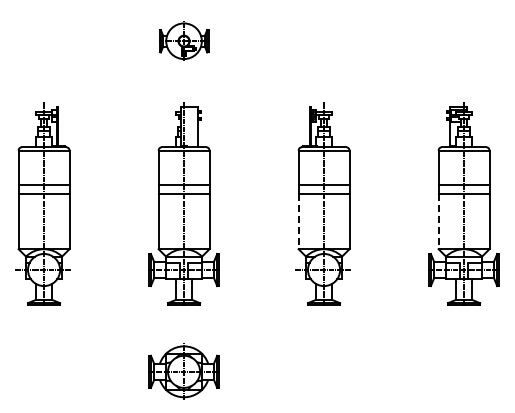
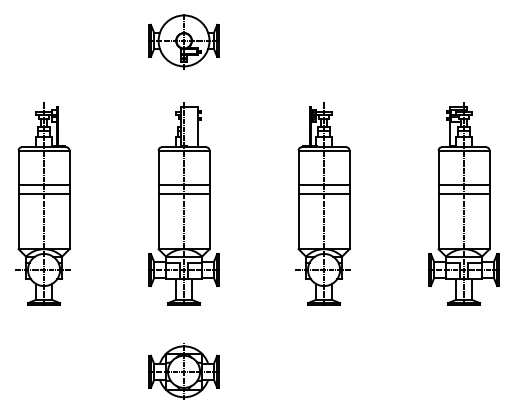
part at (184, 40) size: 51x40 px -> 72x56 px
line at (298, 221): dashed -> solid
line at (438, 221): dashed -> solid
